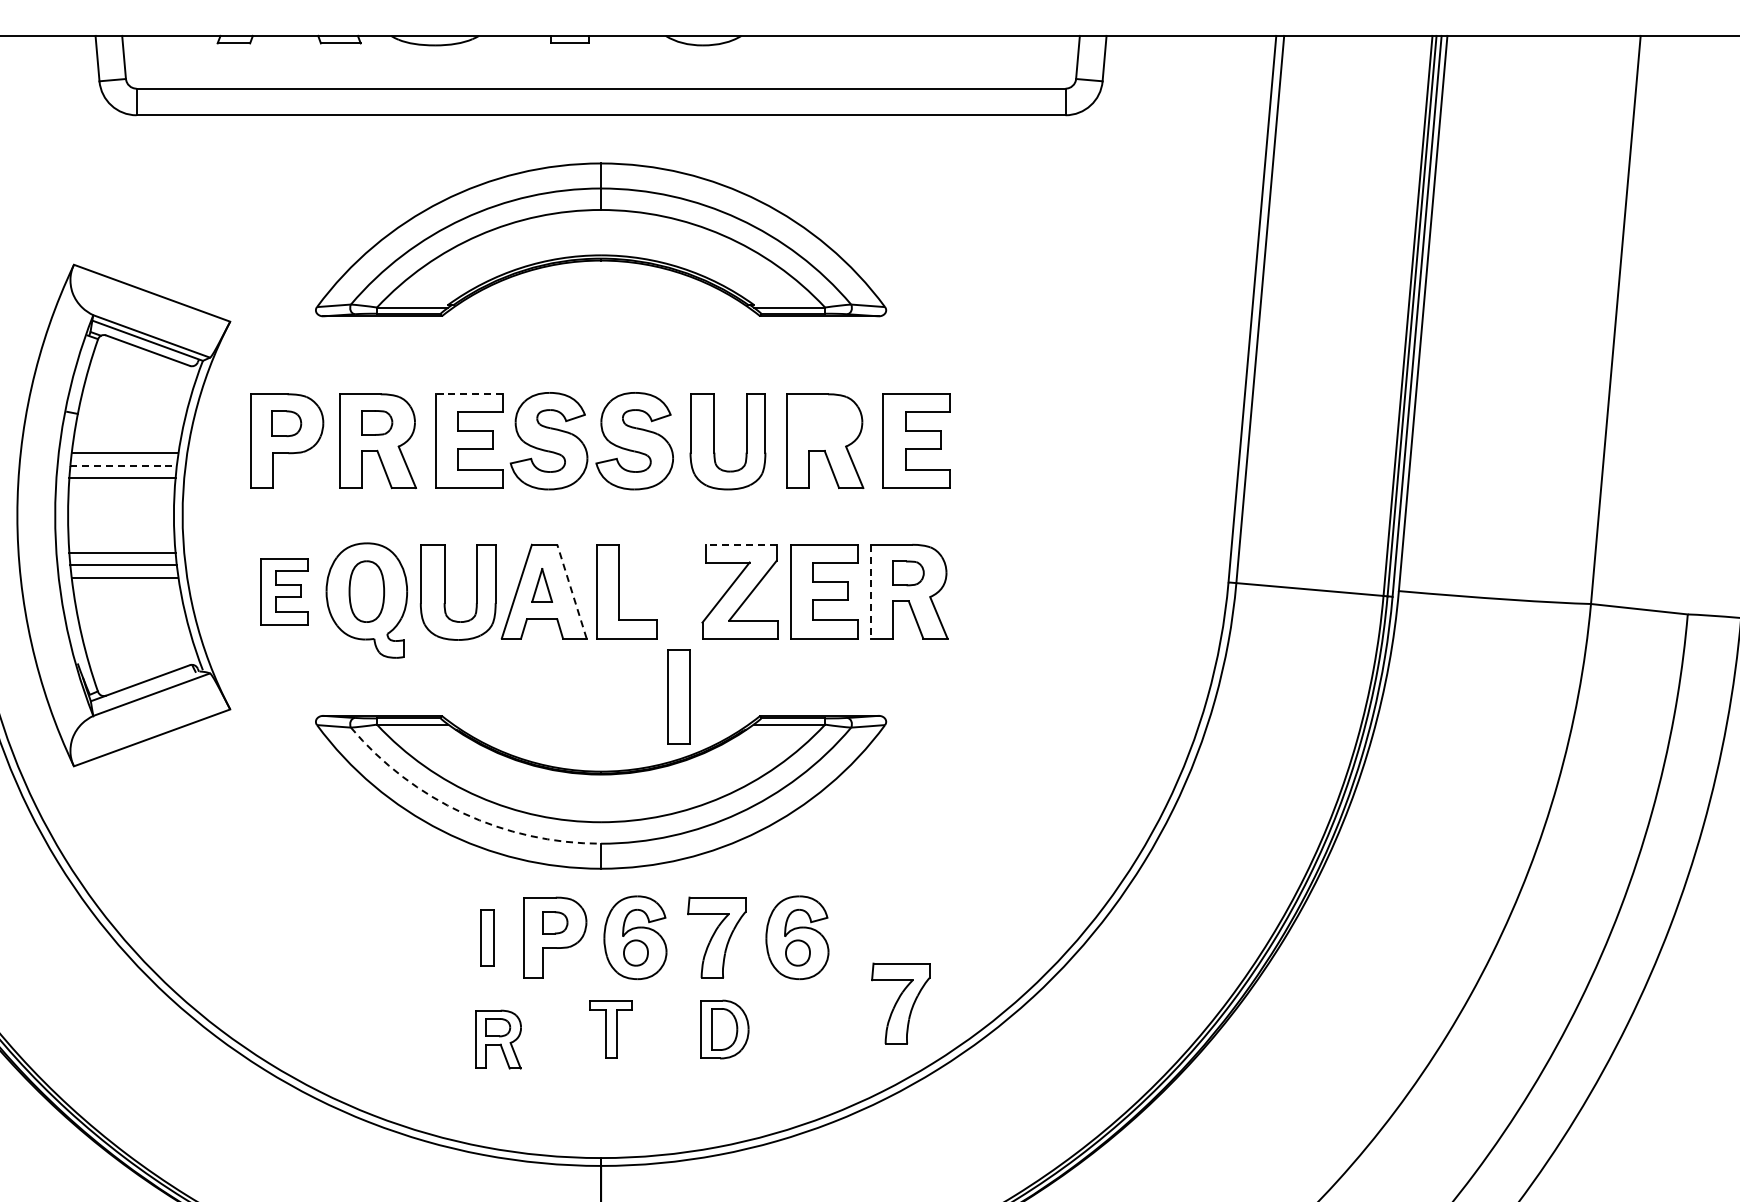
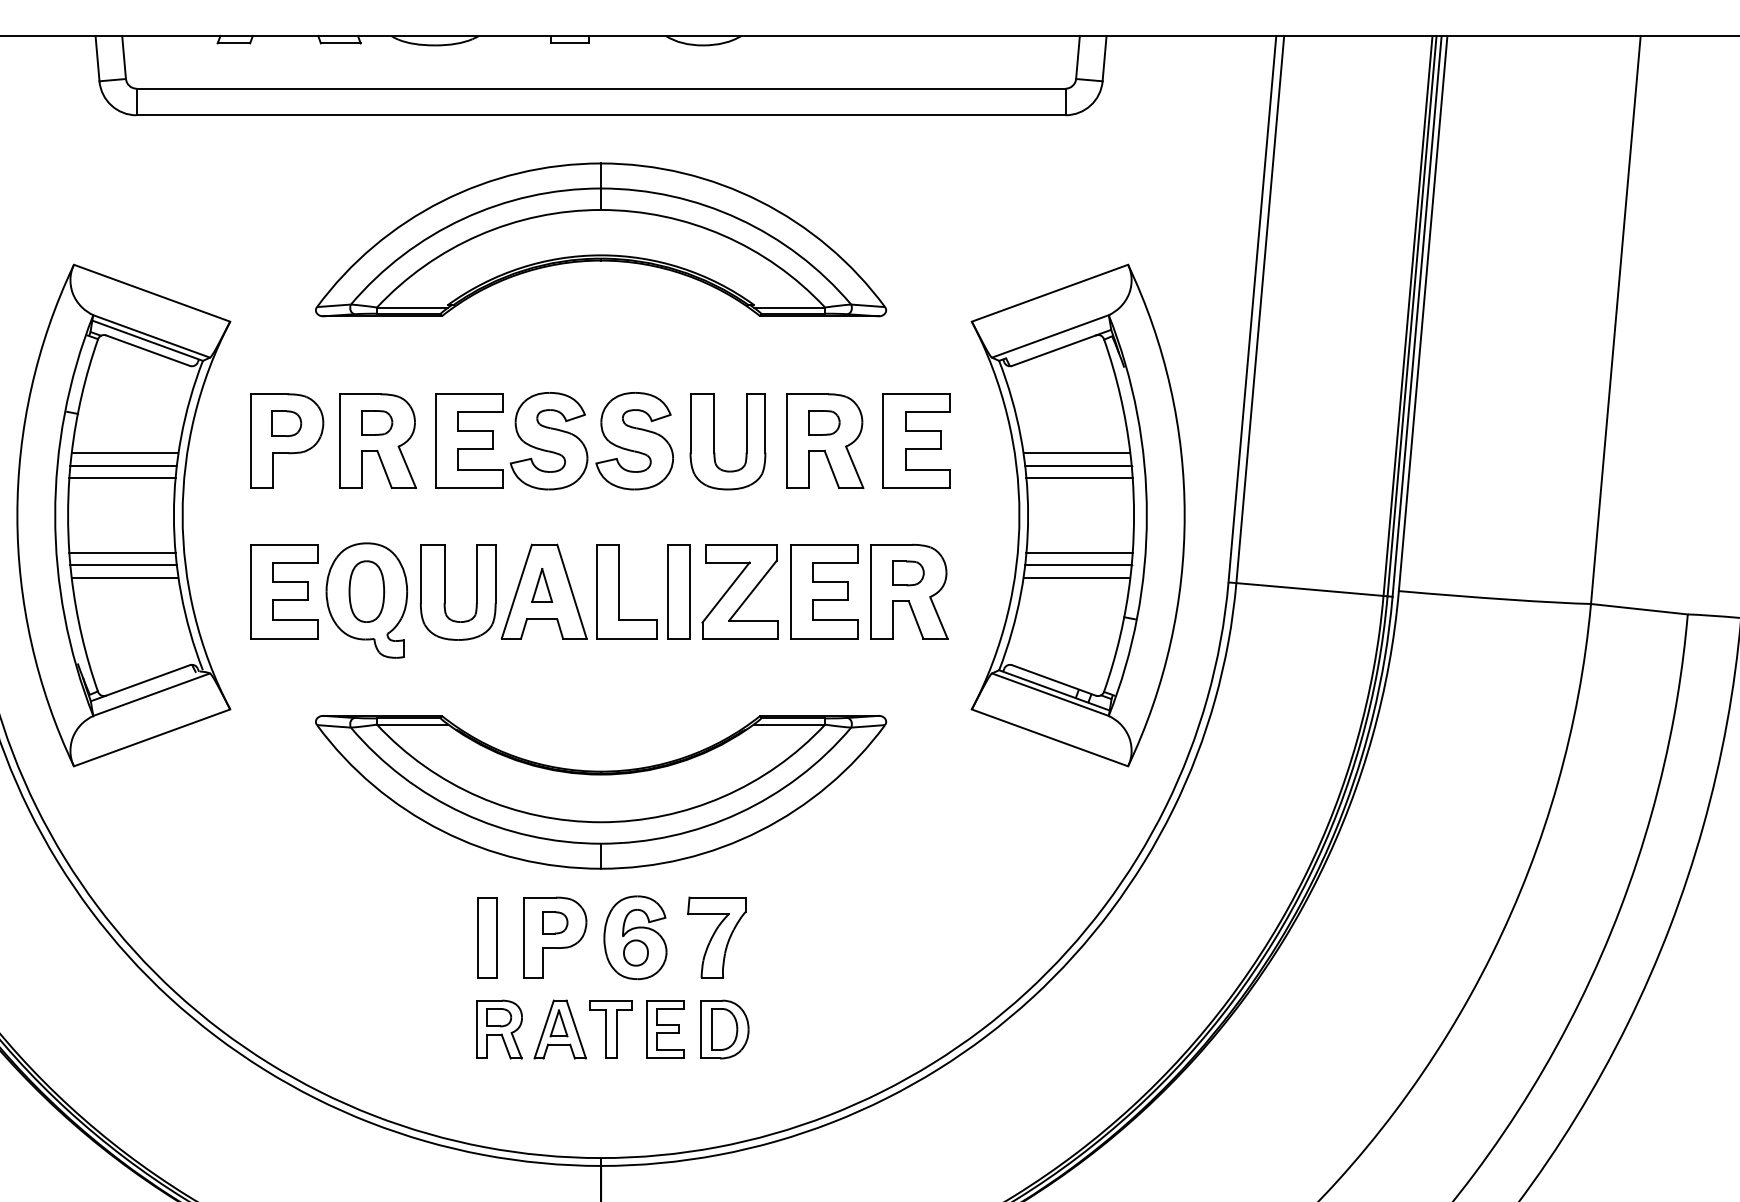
line at (468, 394): dashed -> solid
part at (824, 422): none -> present
line at (124, 465): dashed -> solid
part at (1077, 515): none -> present
line at (741, 544): dashed -> solid
part at (284, 591) size: 49x68 px -> 69x96 px
line at (571, 591): dashed -> solid
line at (871, 591): dashed -> solid
part at (678, 696) position: (678, 696) -> (678, 591)
arc at (463, 813): dashed -> solid
part at (487, 937) size: 15x58 px -> 21x82 px
part at (797, 937): present -> none
part at (900, 1003): present -> none
part at (559, 1029): none -> present
part at (665, 1029): none -> present
part at (498, 1039) position: (498, 1039) -> (499, 1029)
